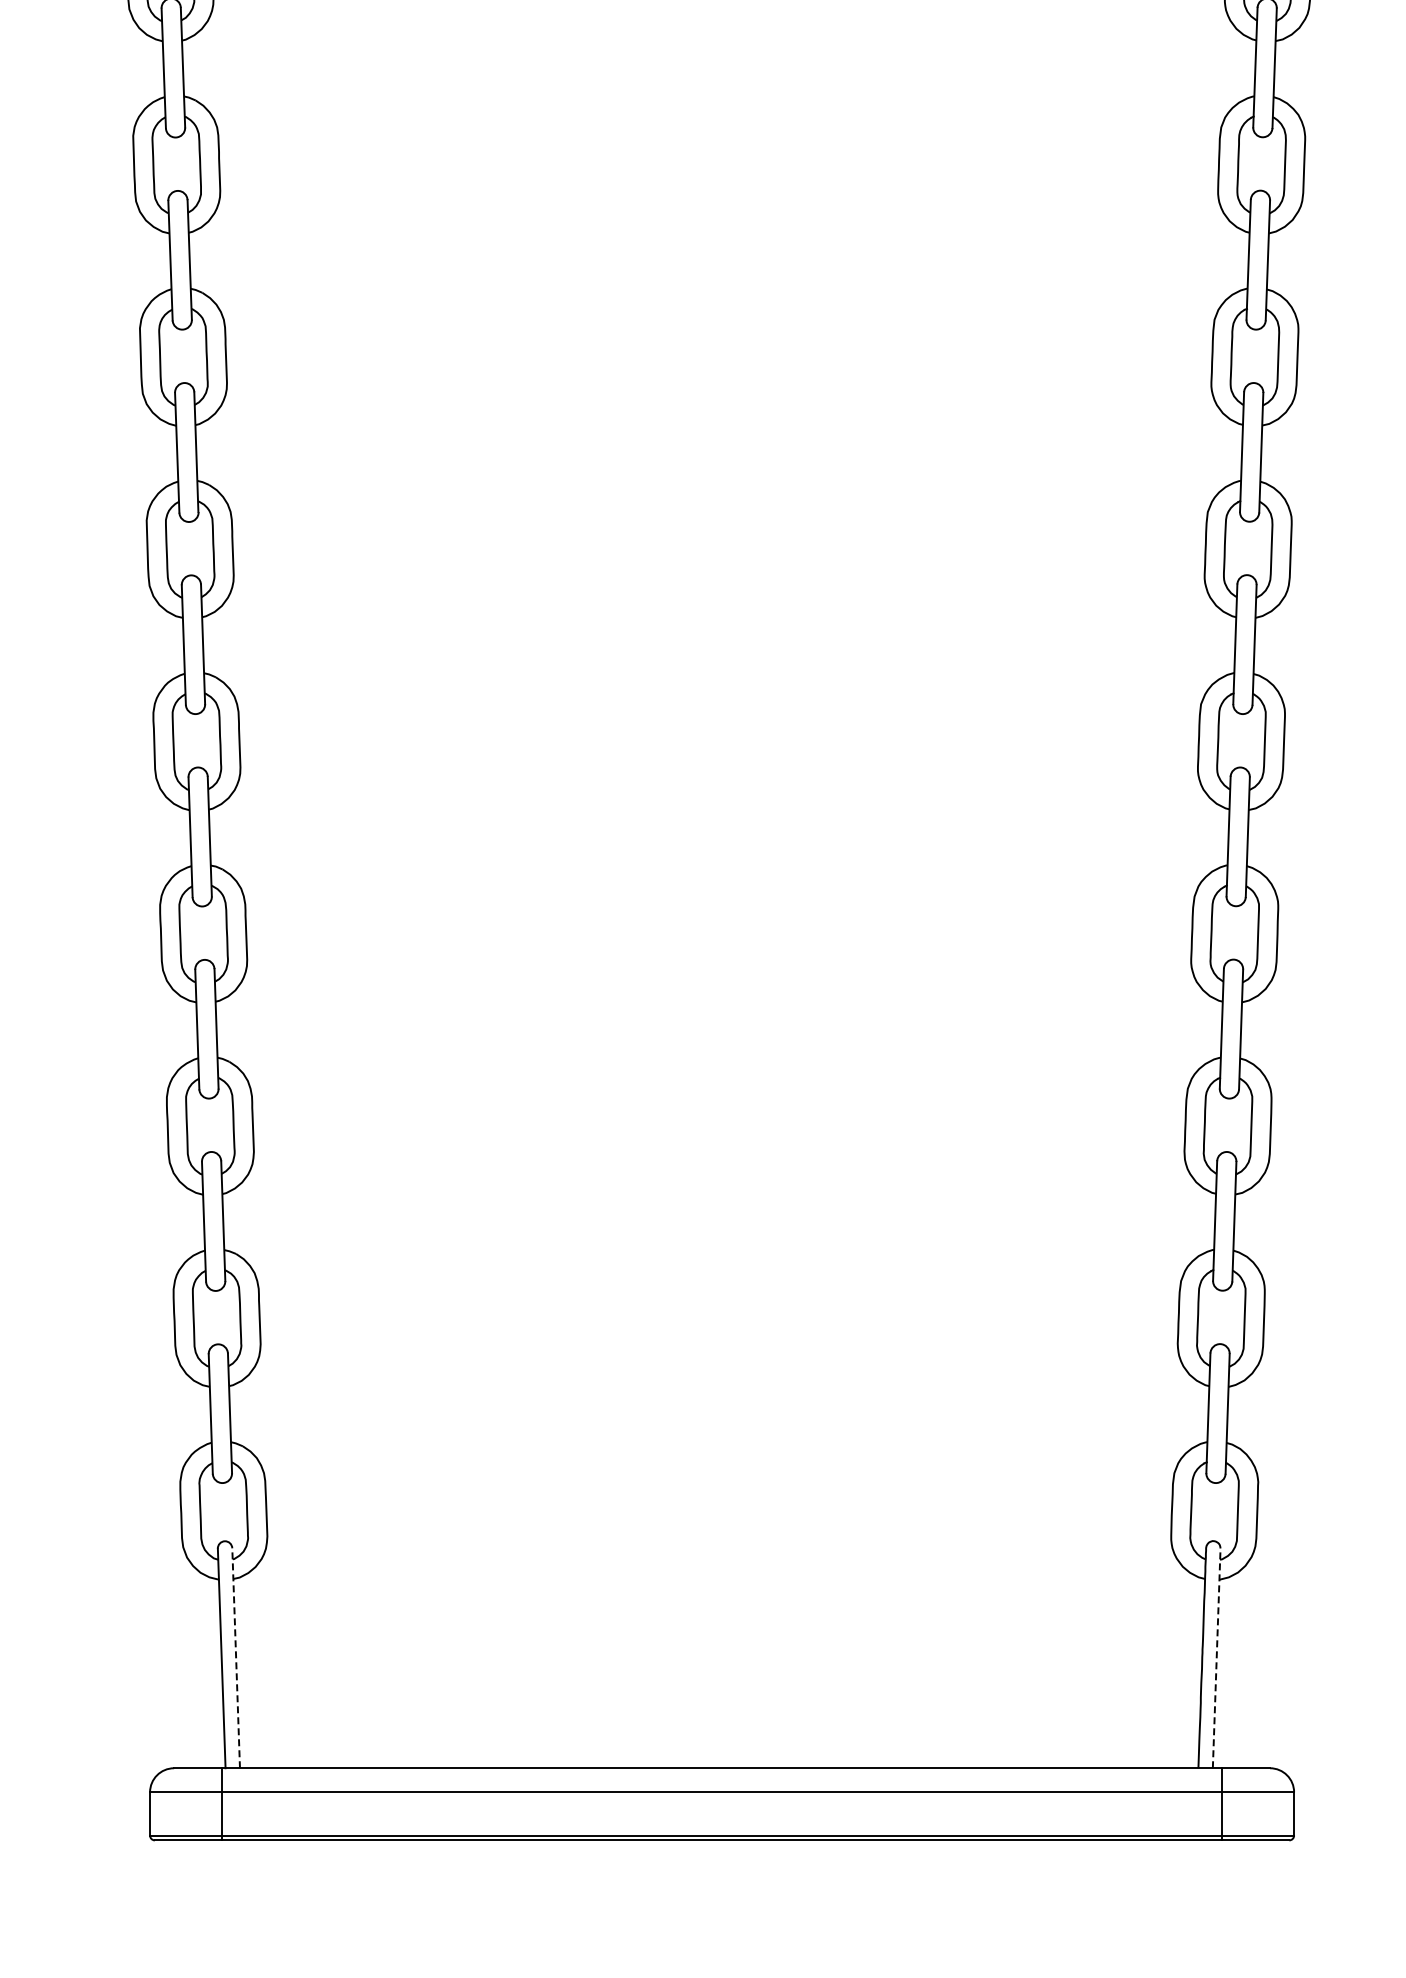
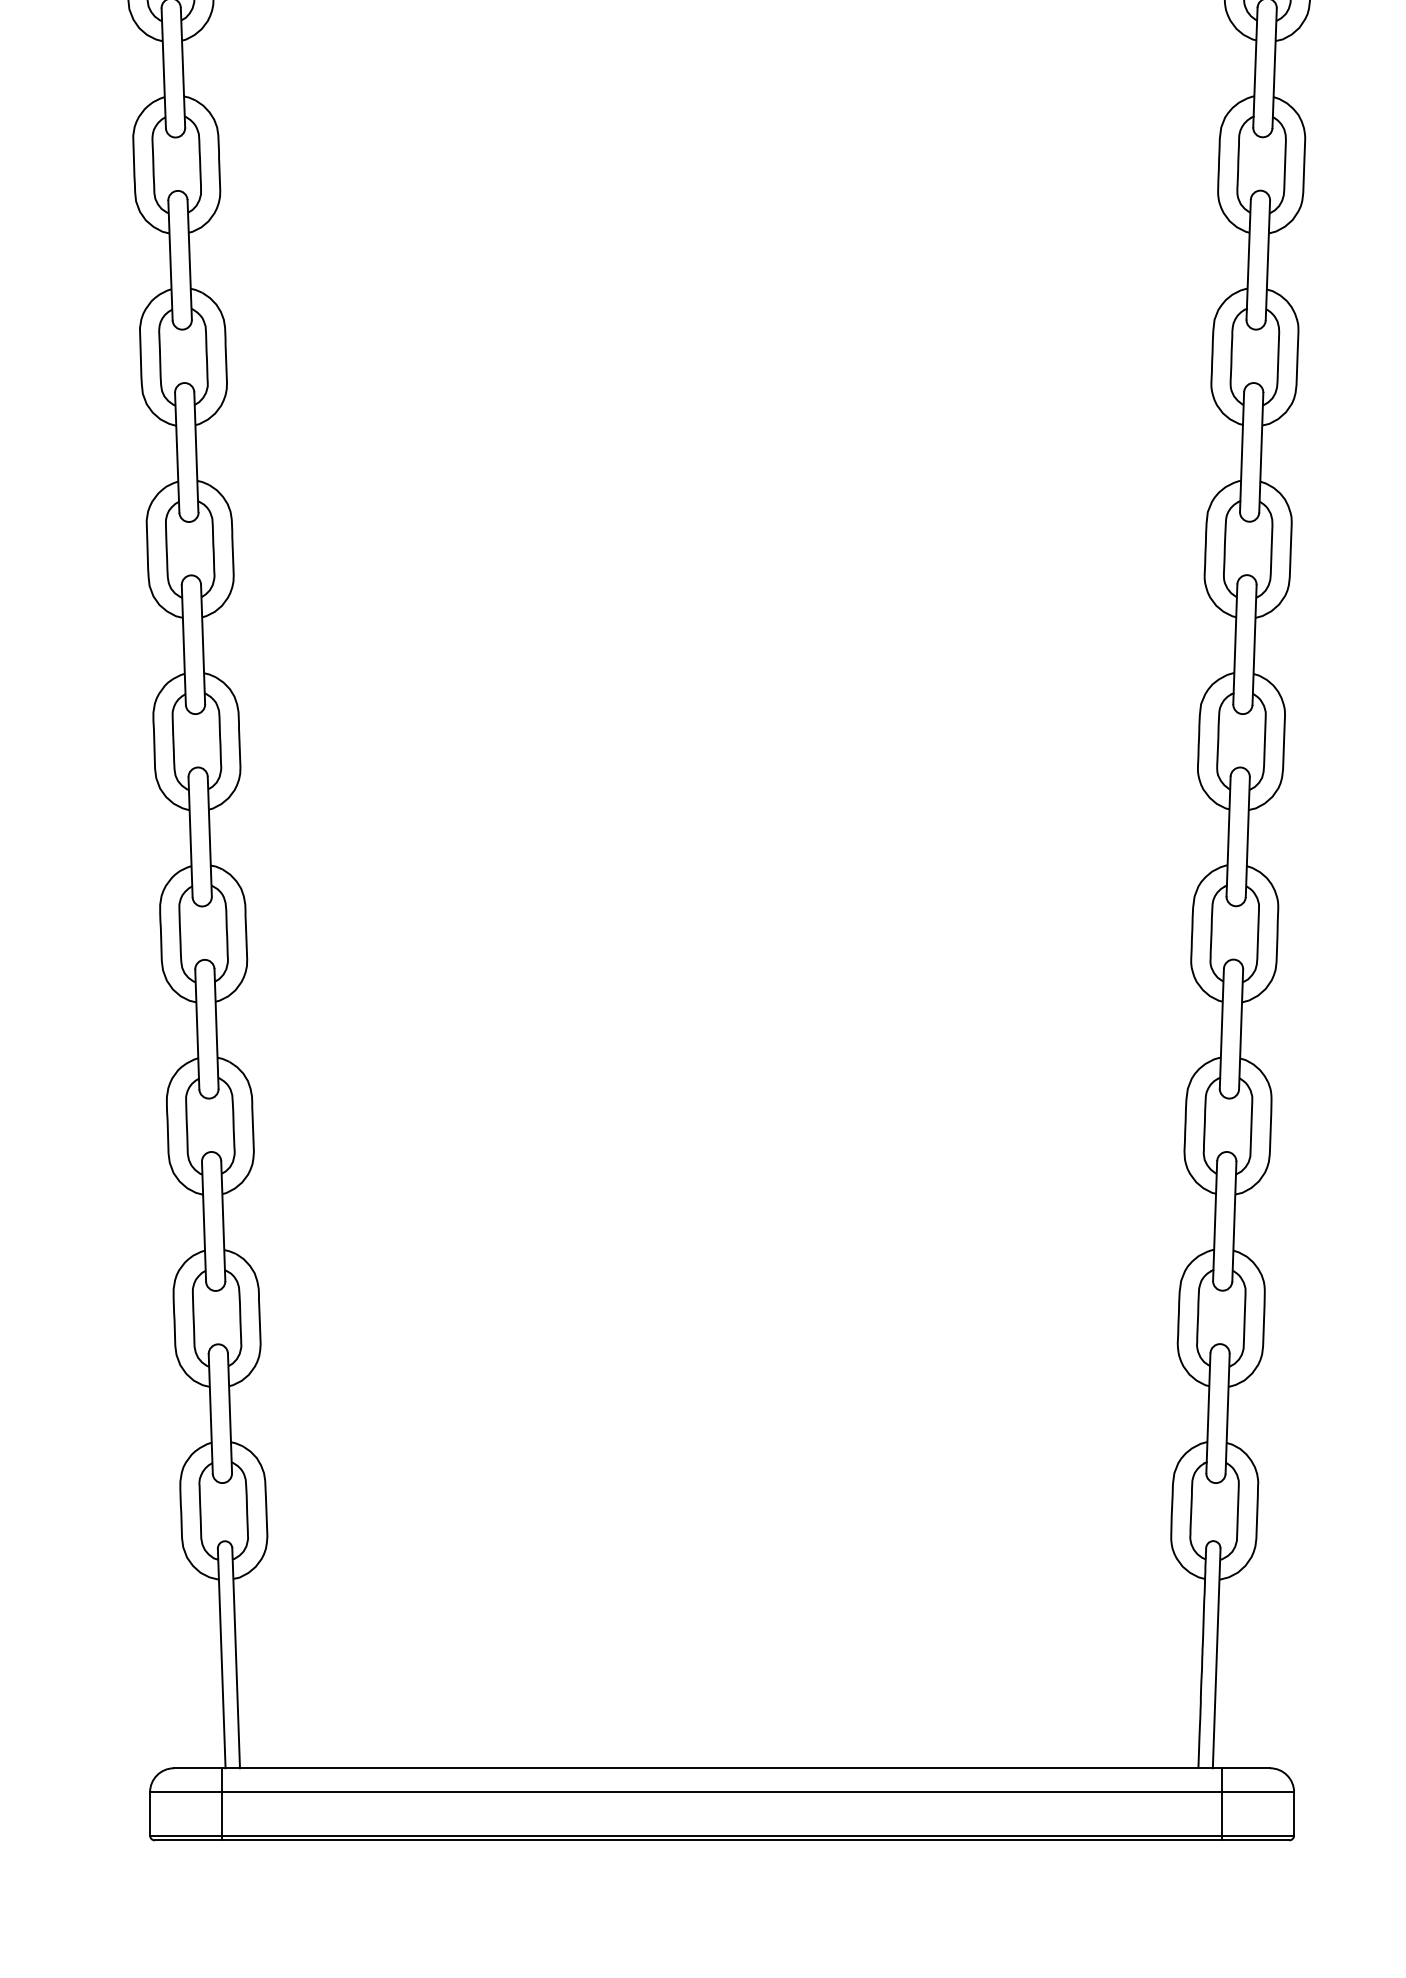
line at (236, 1657): dashed -> solid
line at (1216, 1658): dashed -> solid
